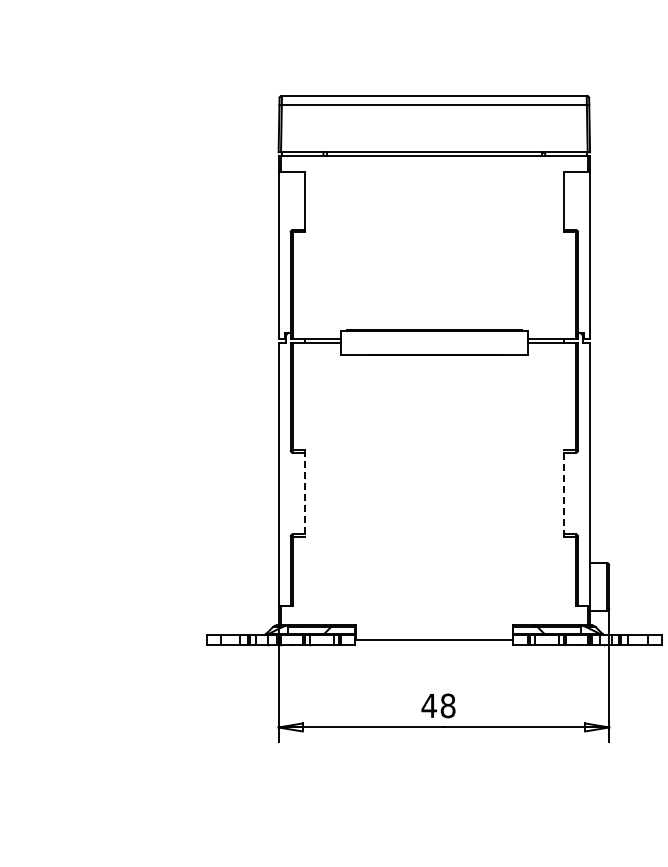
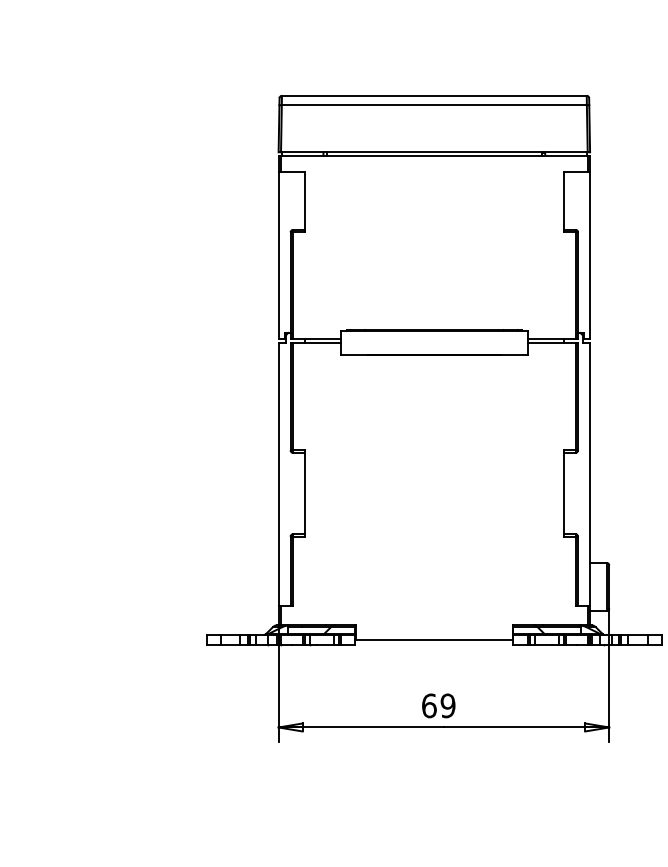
line at (563, 493): dashed -> solid
line at (304, 494): dashed -> solid
text at (438, 705): 48 -> 69
